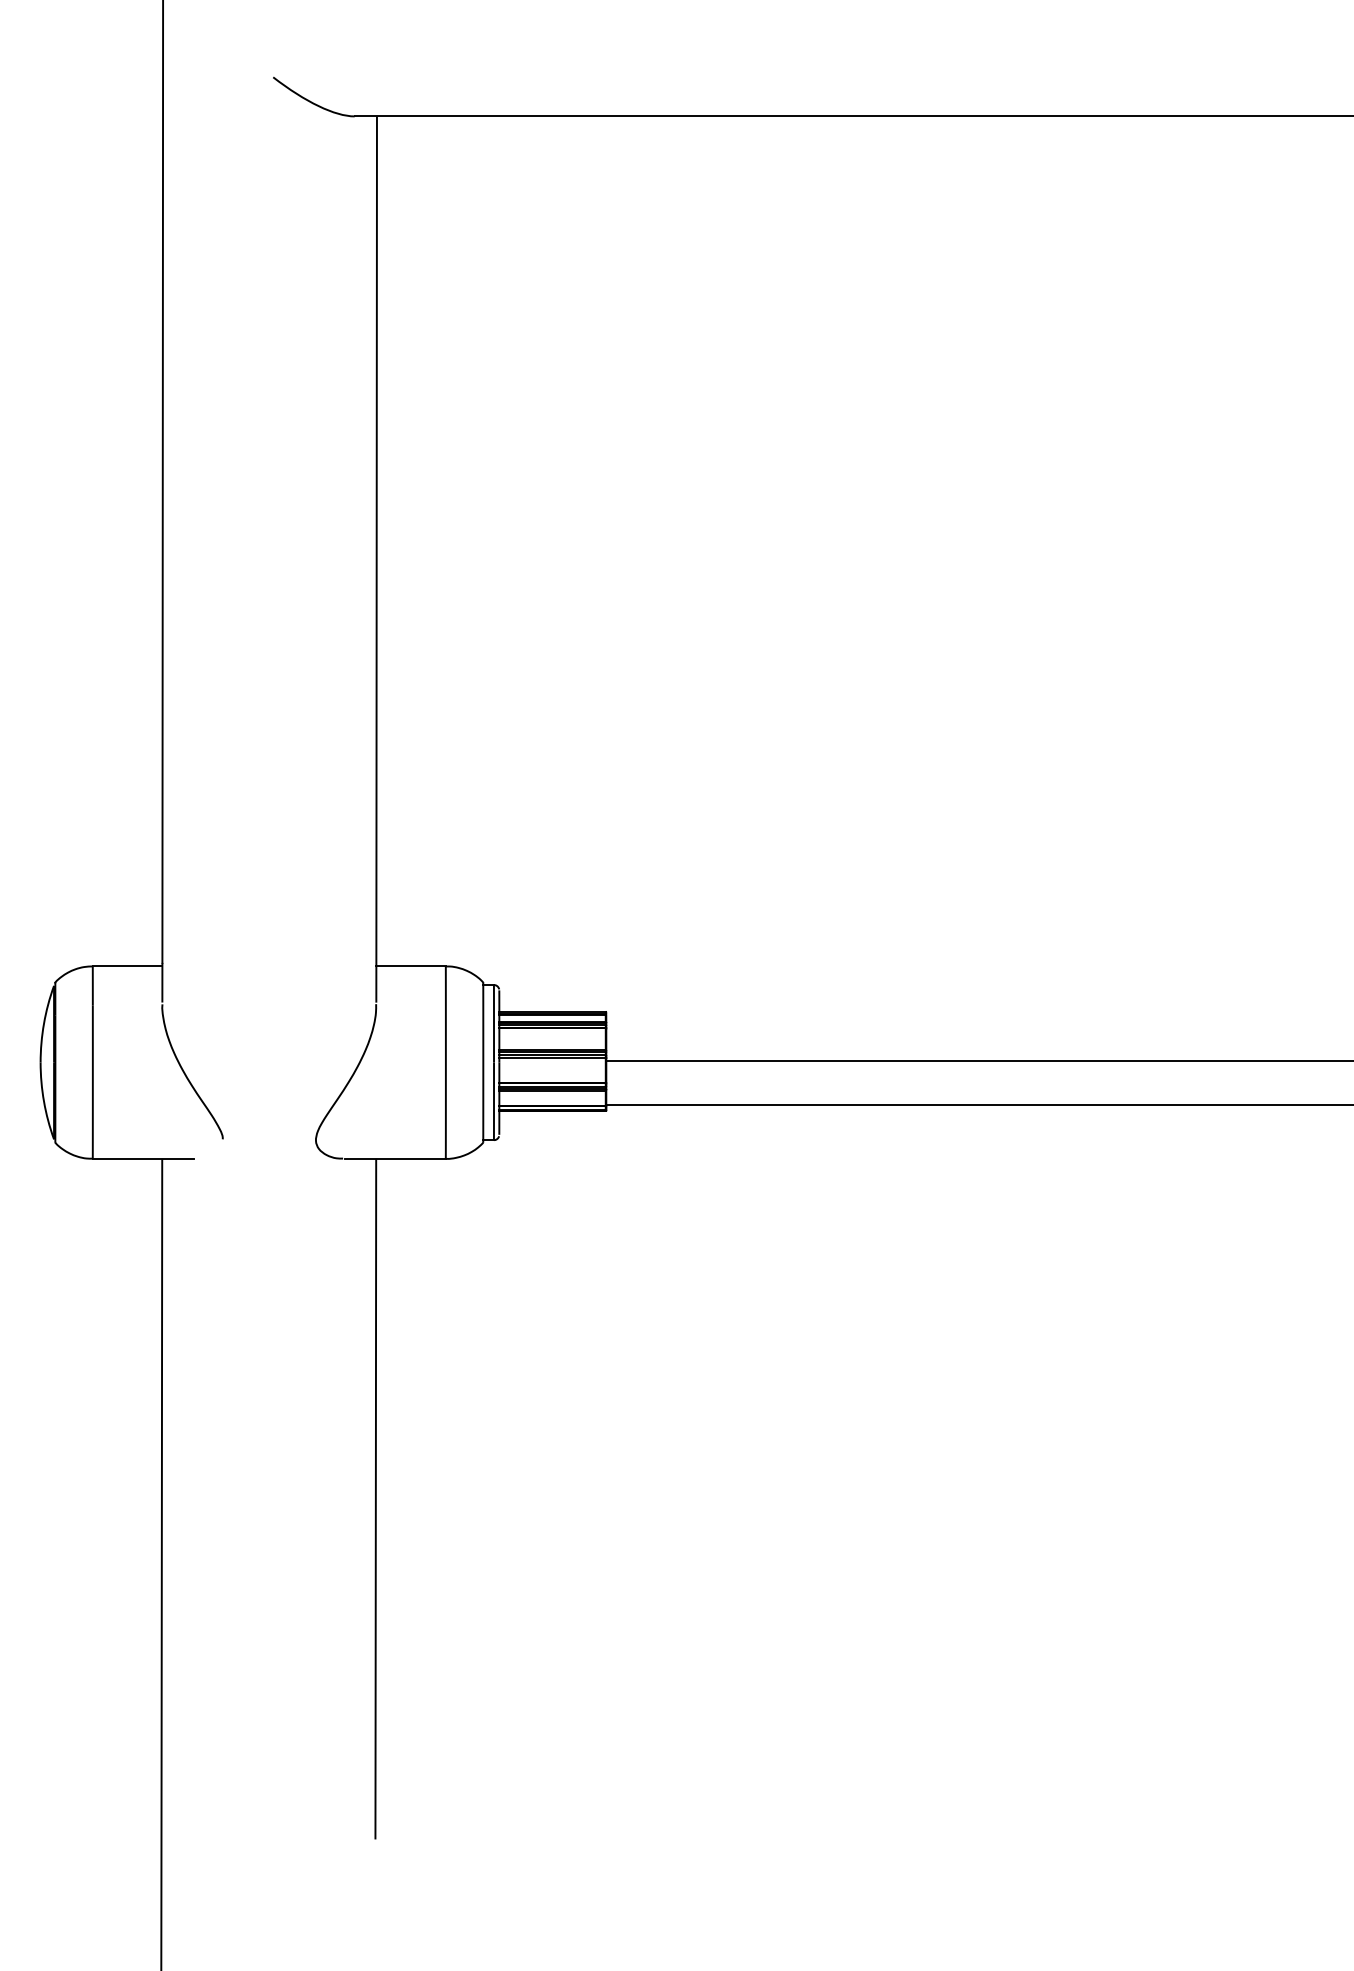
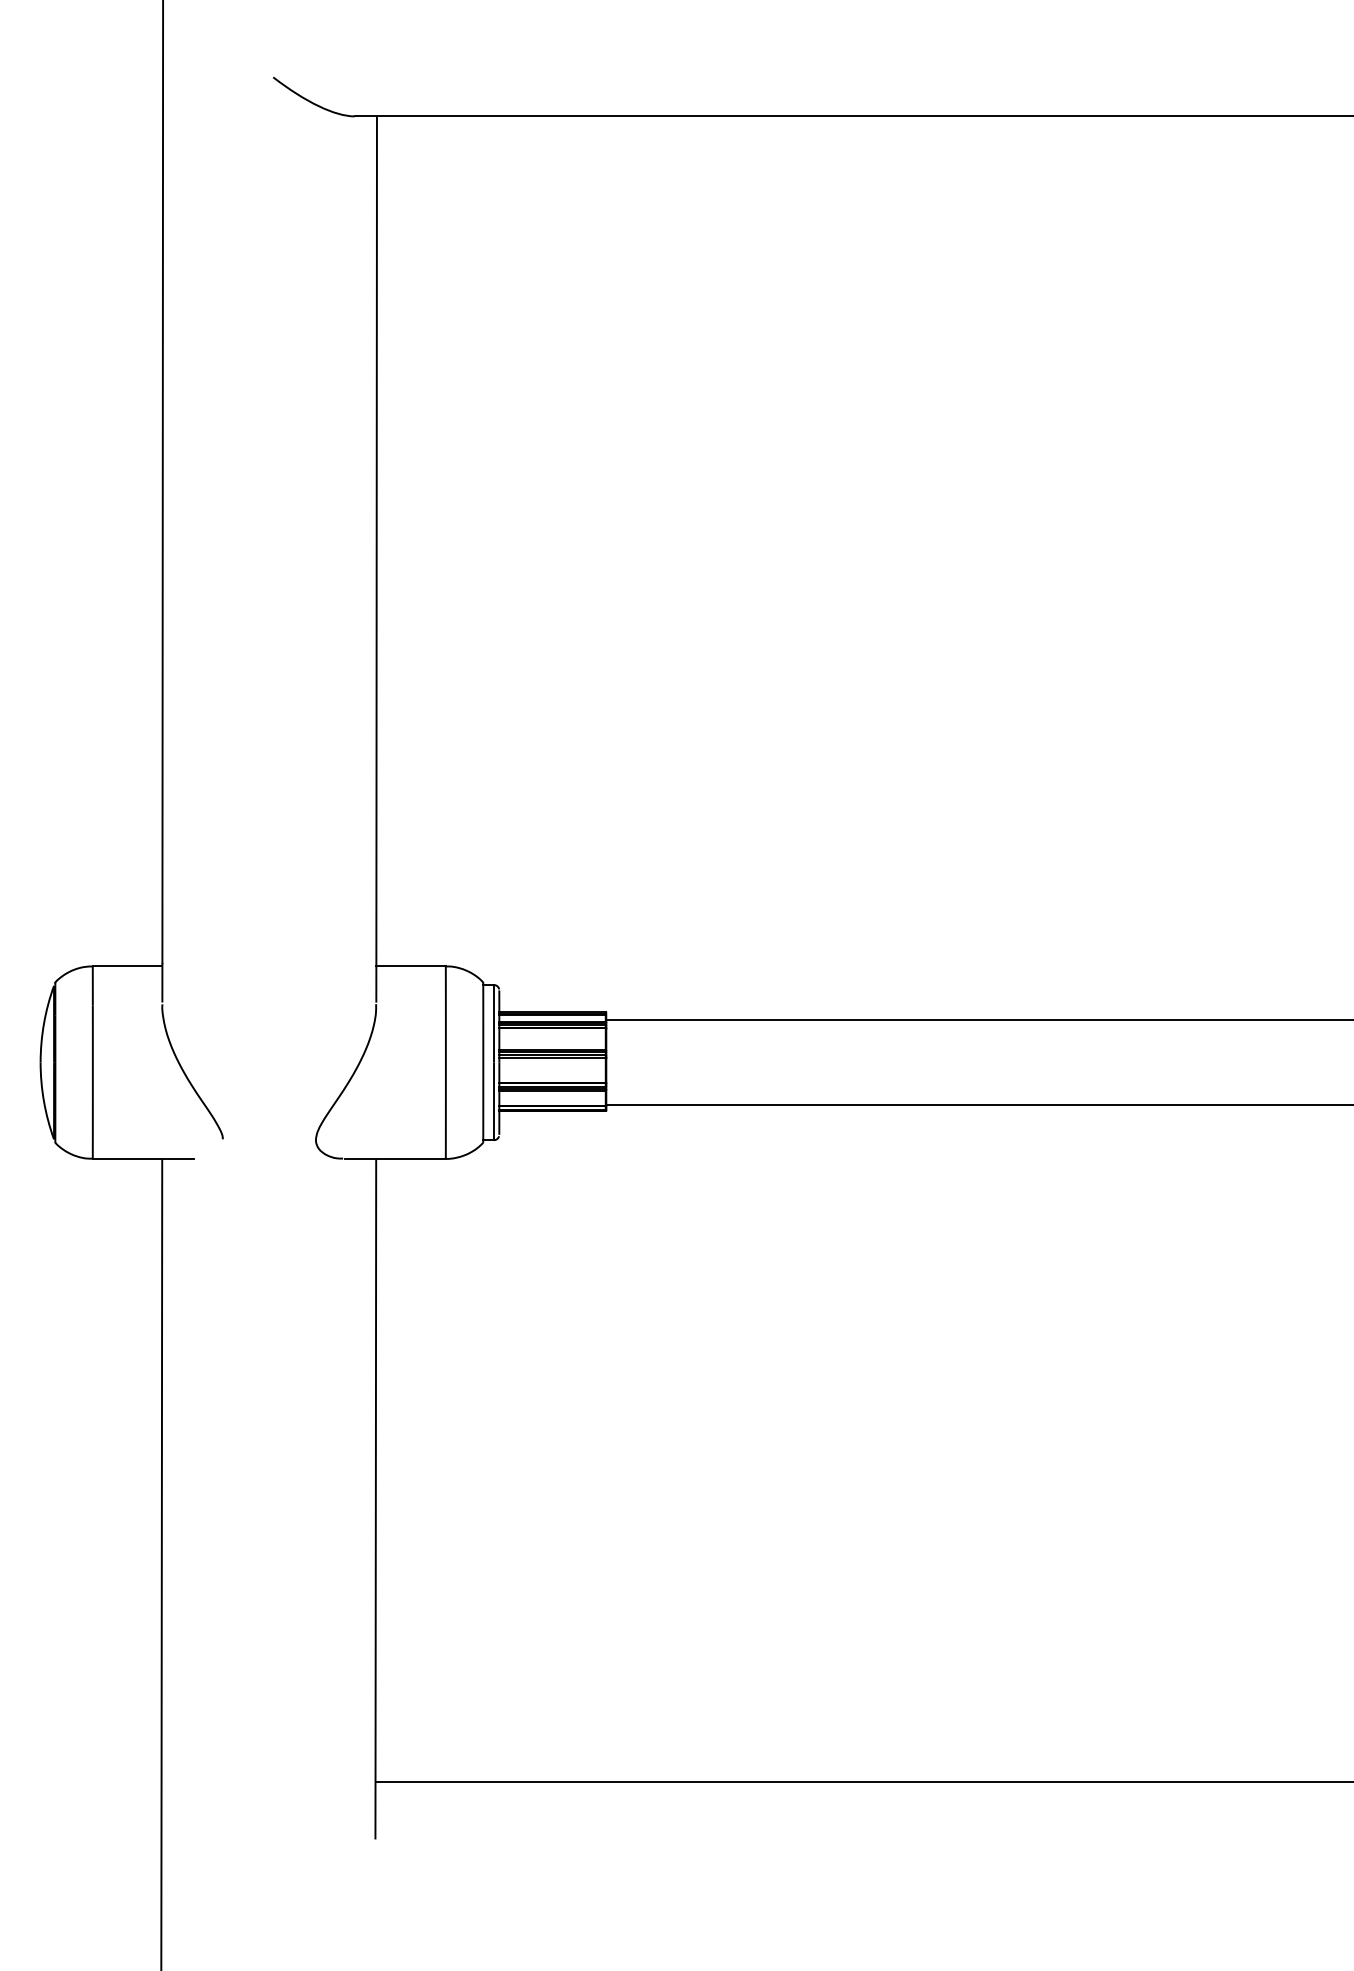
line at (978, 1060) position: (978, 1060) -> (978, 1019)
line at (862, 1782): none -> present
